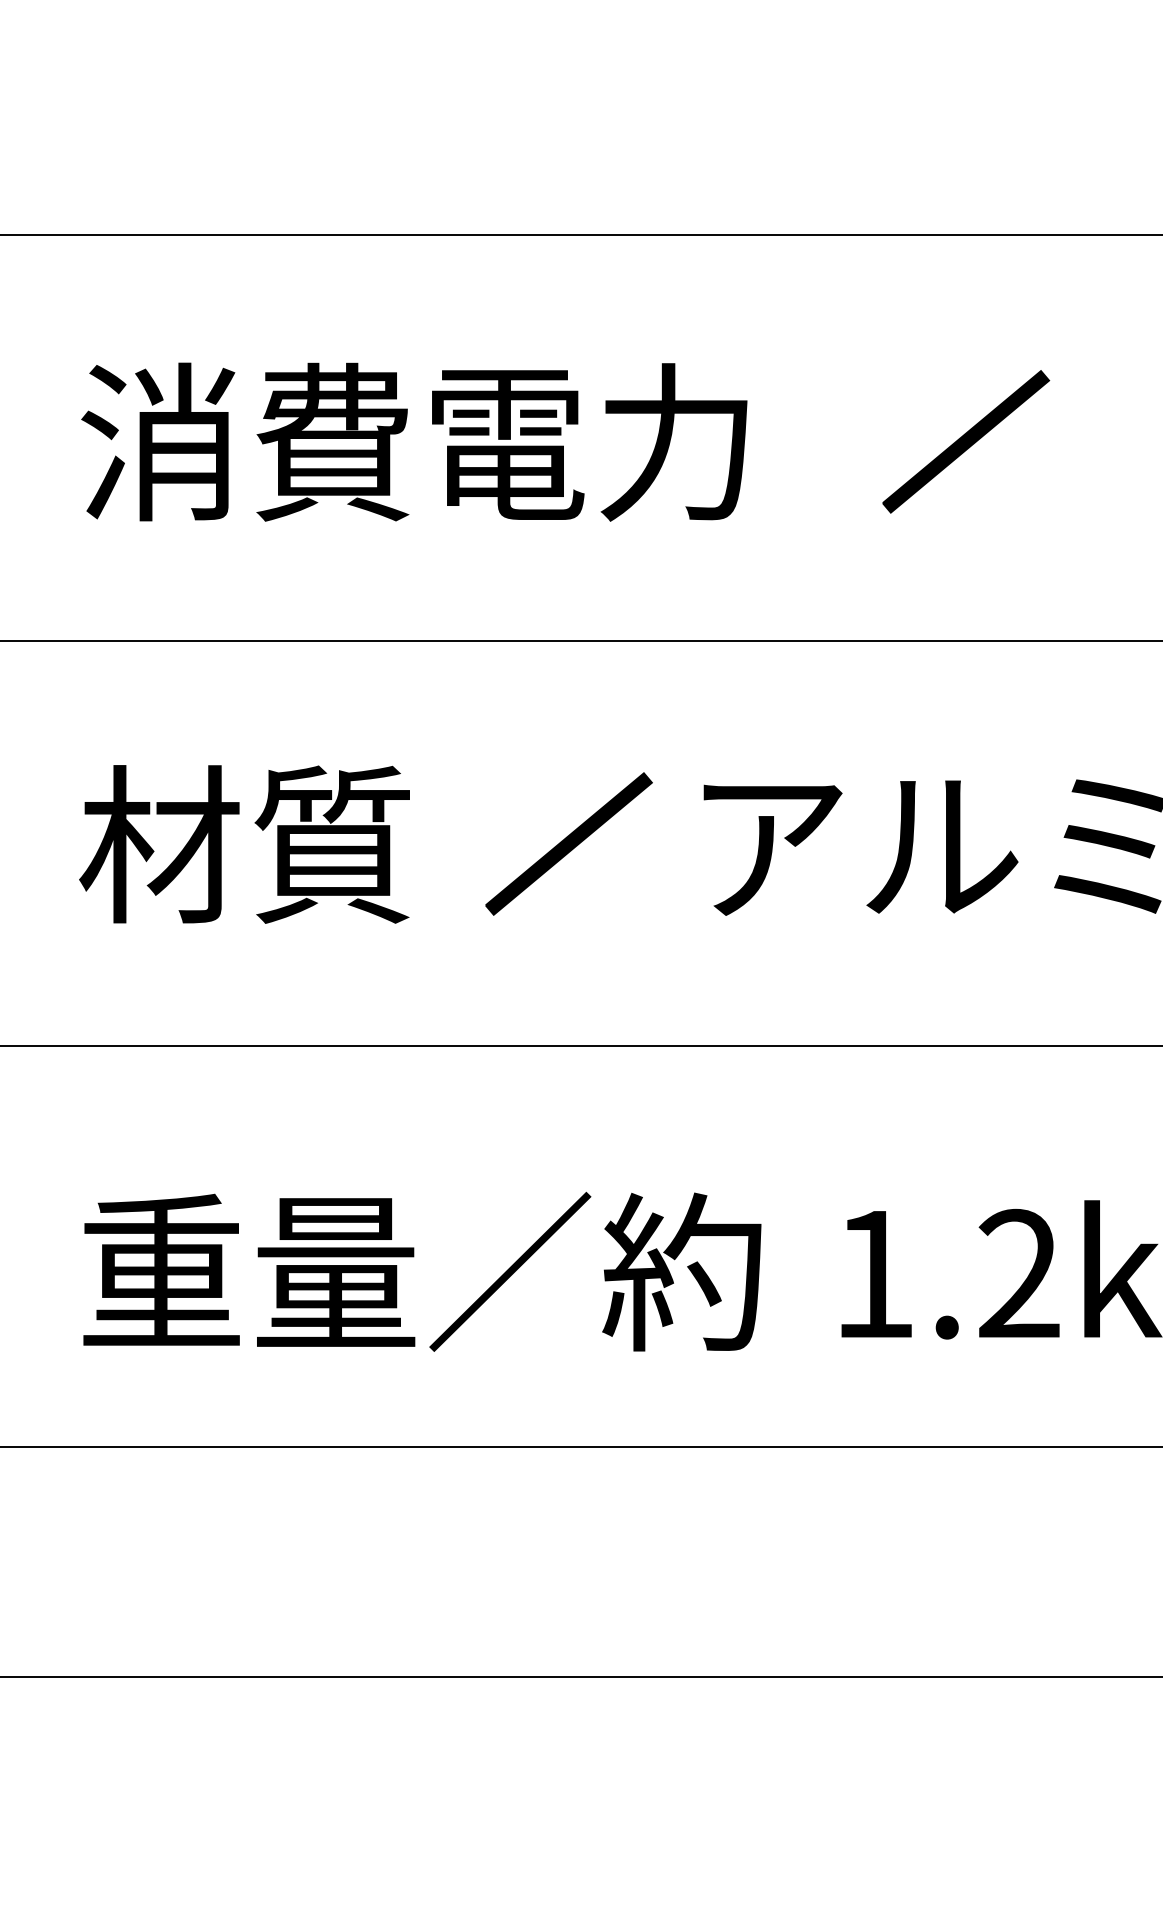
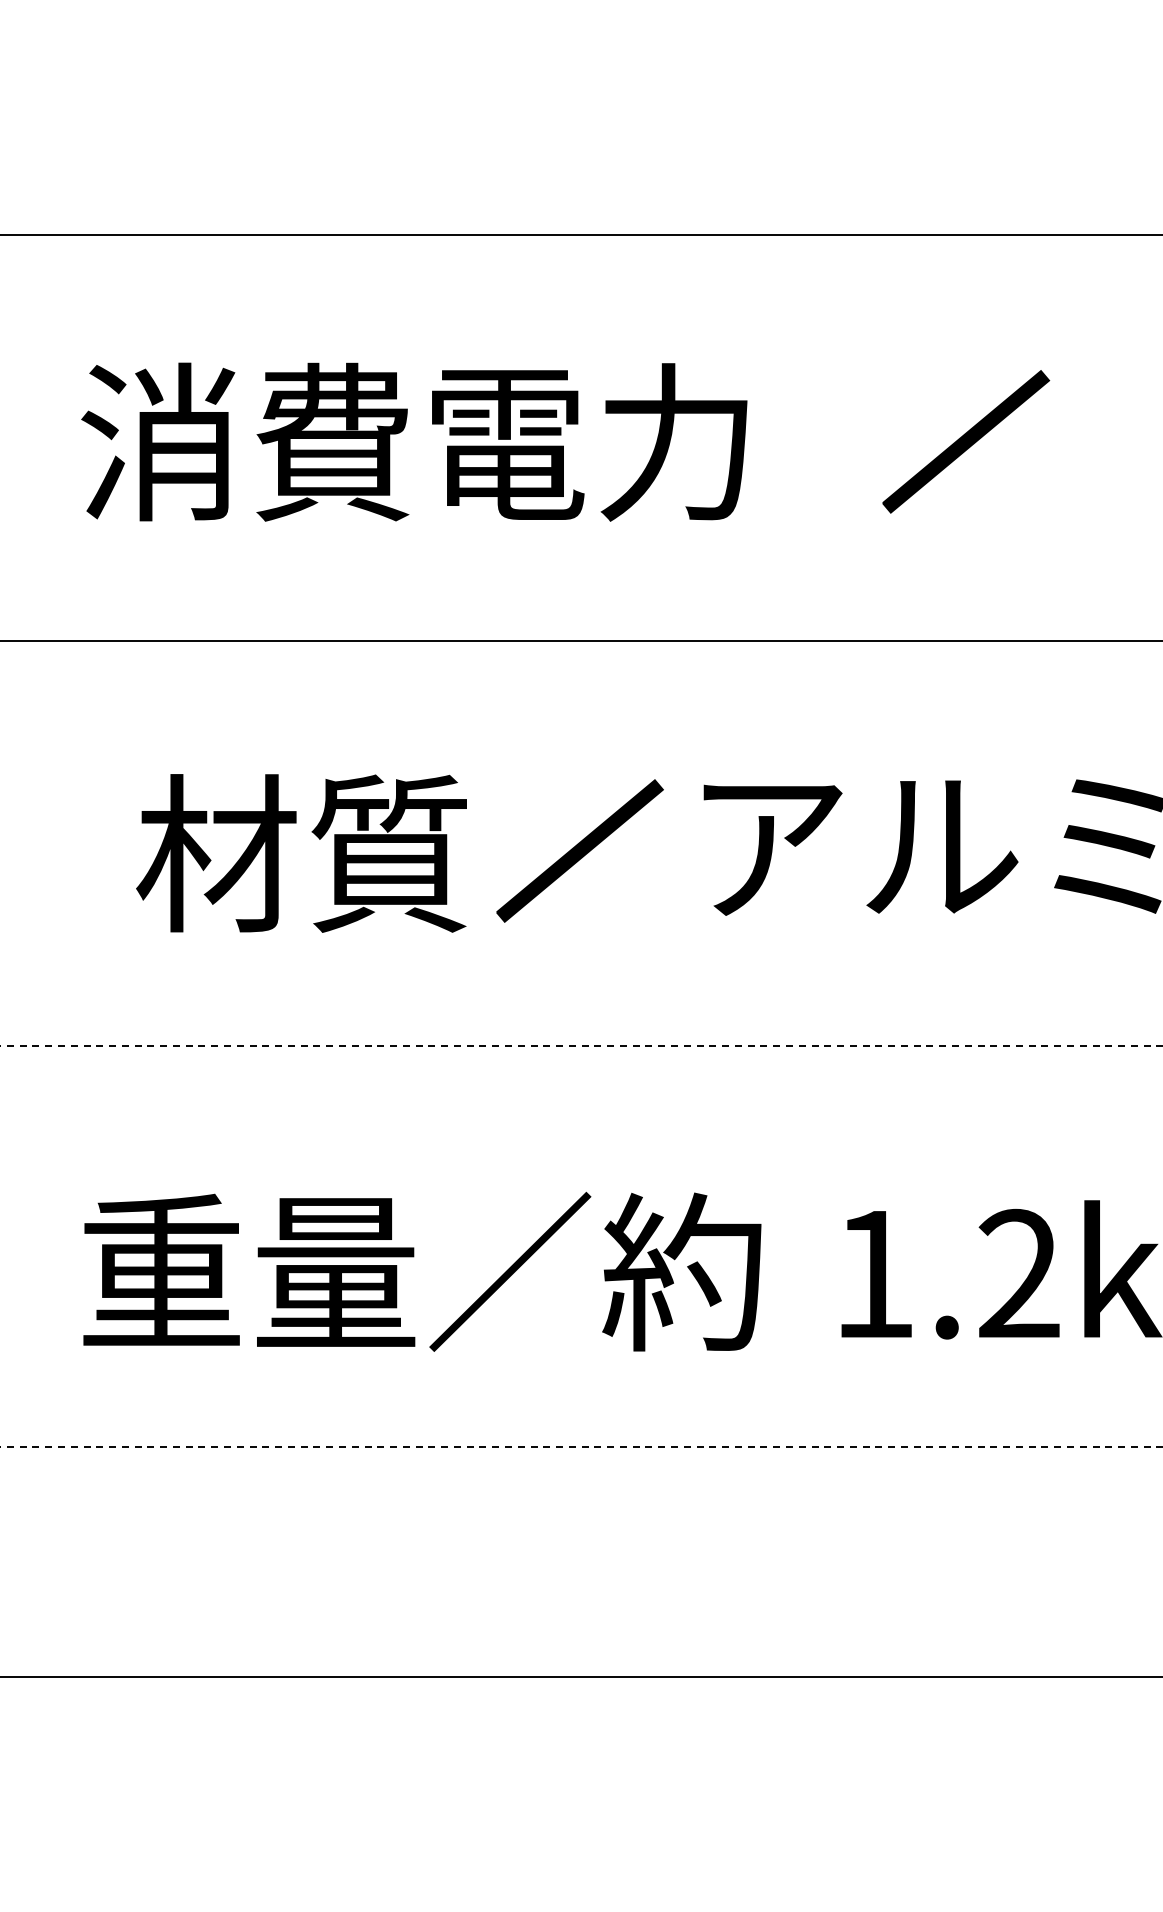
part at (568, 843) position: (568, 843) -> (579, 850)
text at (244, 844) position: (244, 844) -> (301, 853)
line at (581, 1046): solid -> dashed
line at (581, 1447): solid -> dashed
